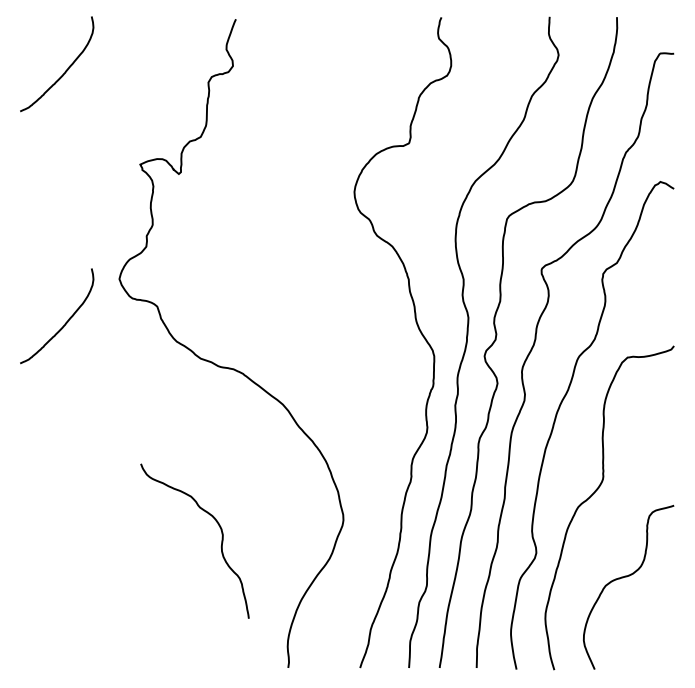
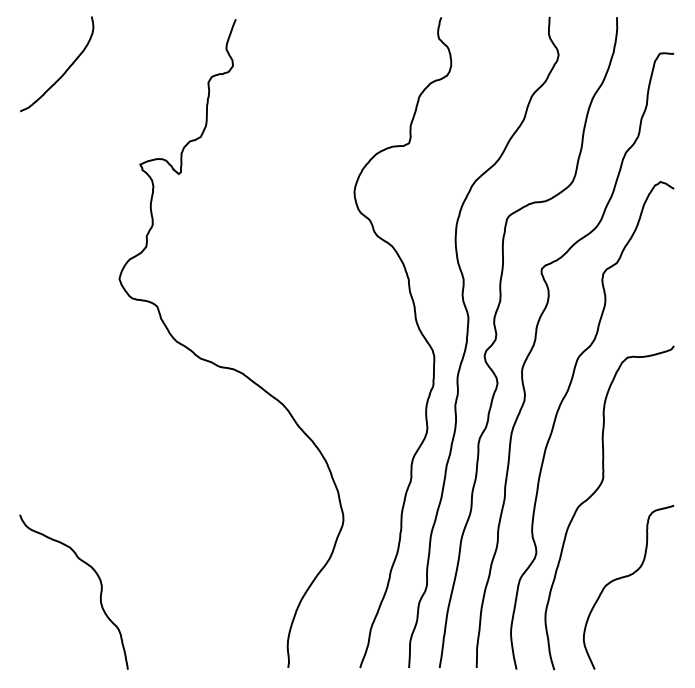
curve at (64, 323): present -> none
curve at (220, 546) position: (220, 546) -> (99, 597)
